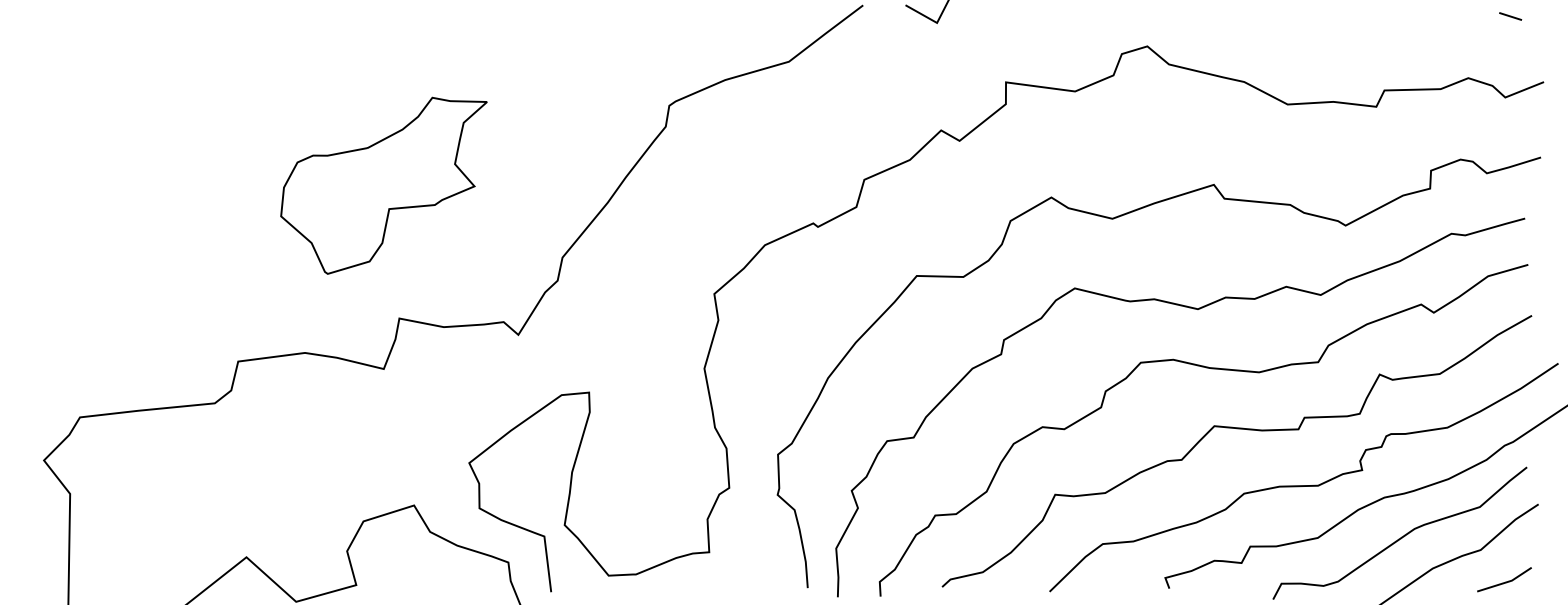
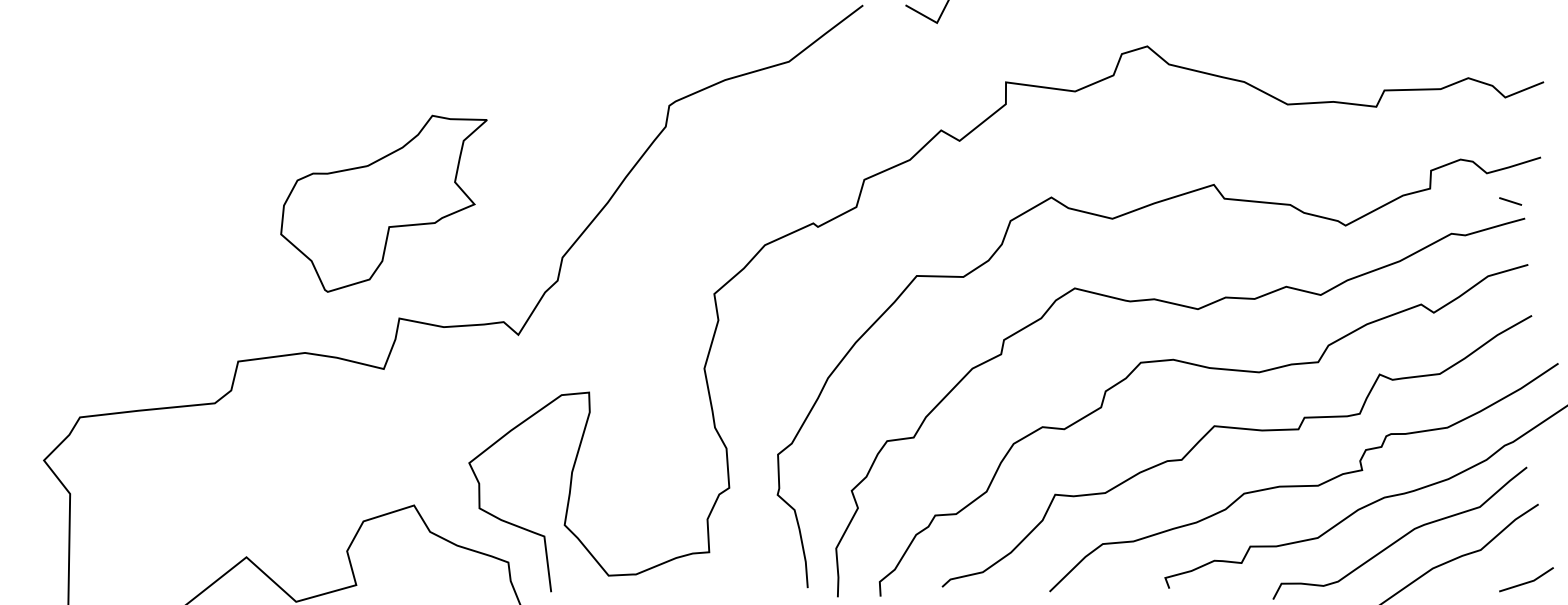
line at (1510, 16) position: (1510, 16) -> (1510, 201)
part at (383, 185) position: (383, 185) -> (383, 203)
line at (1505, 581) position: (1505, 581) -> (1527, 581)
